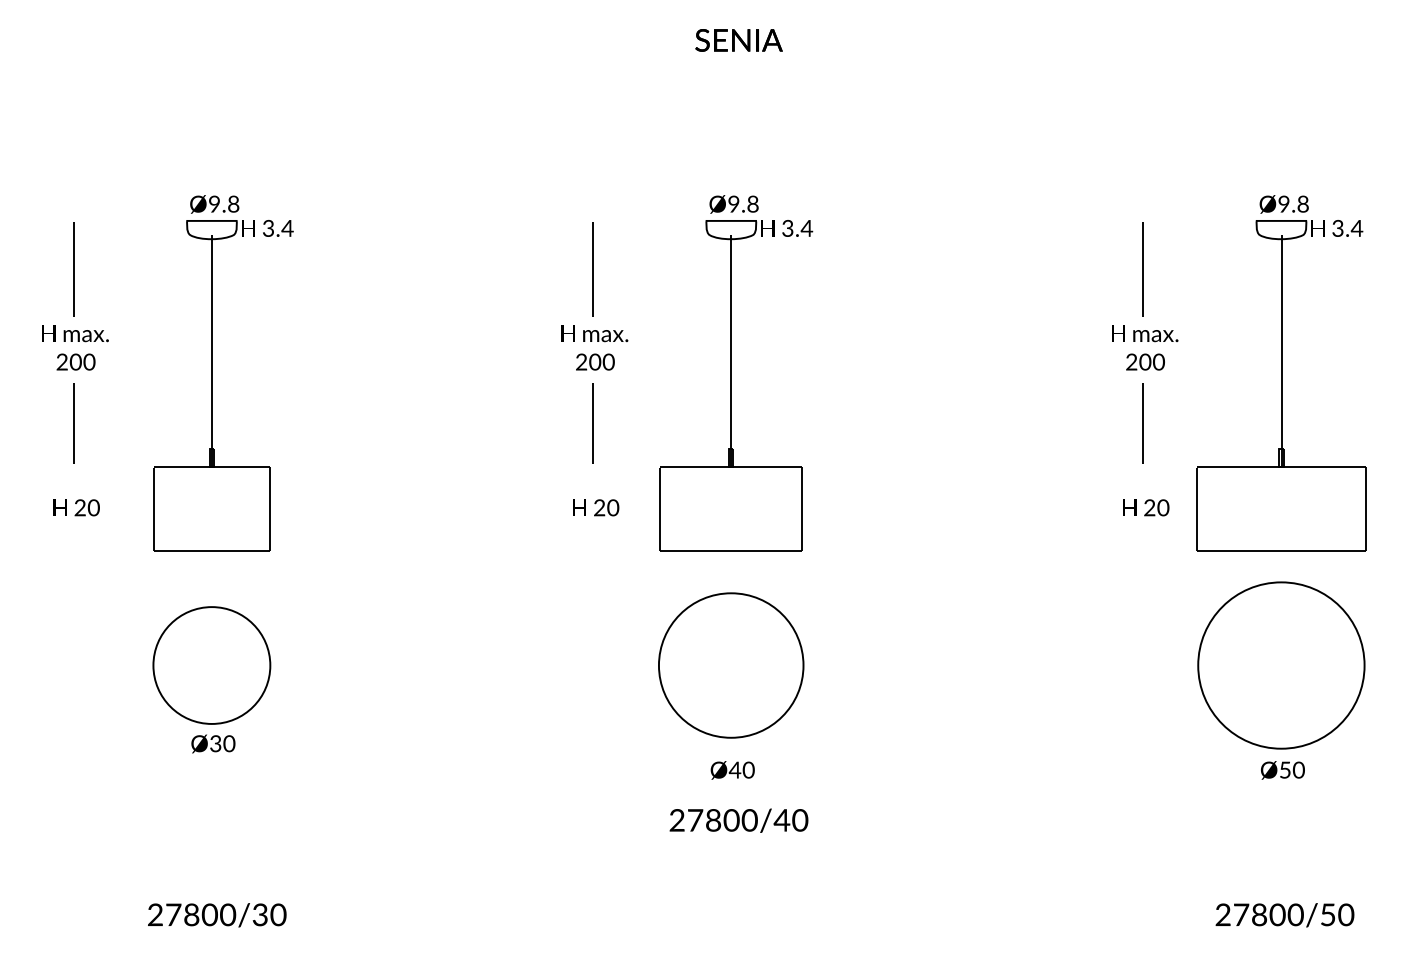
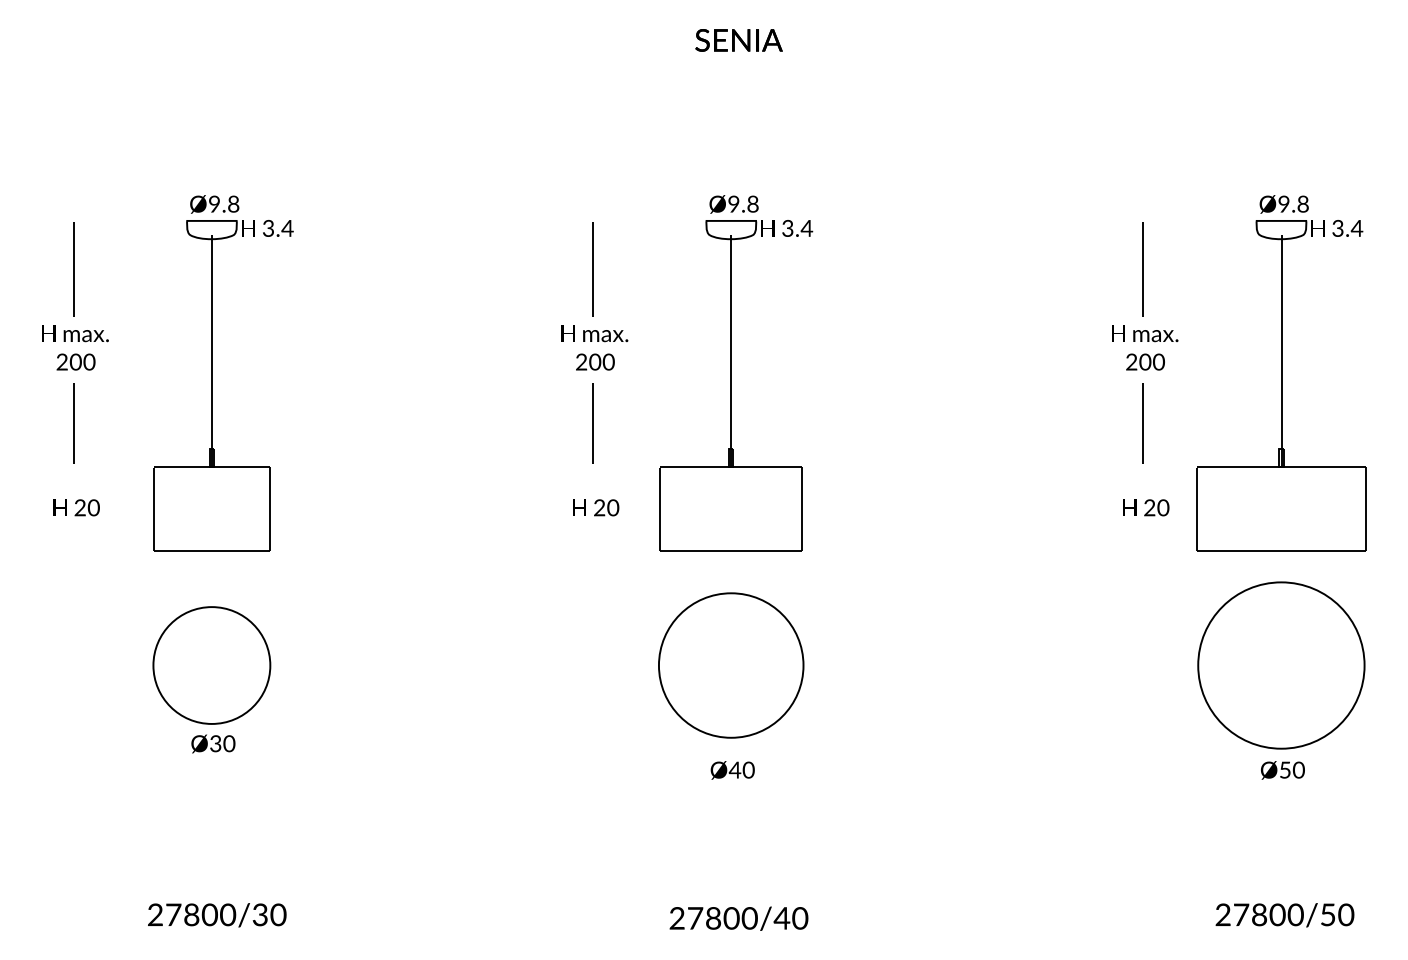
text at (738, 820) position: (738, 820) -> (738, 918)
